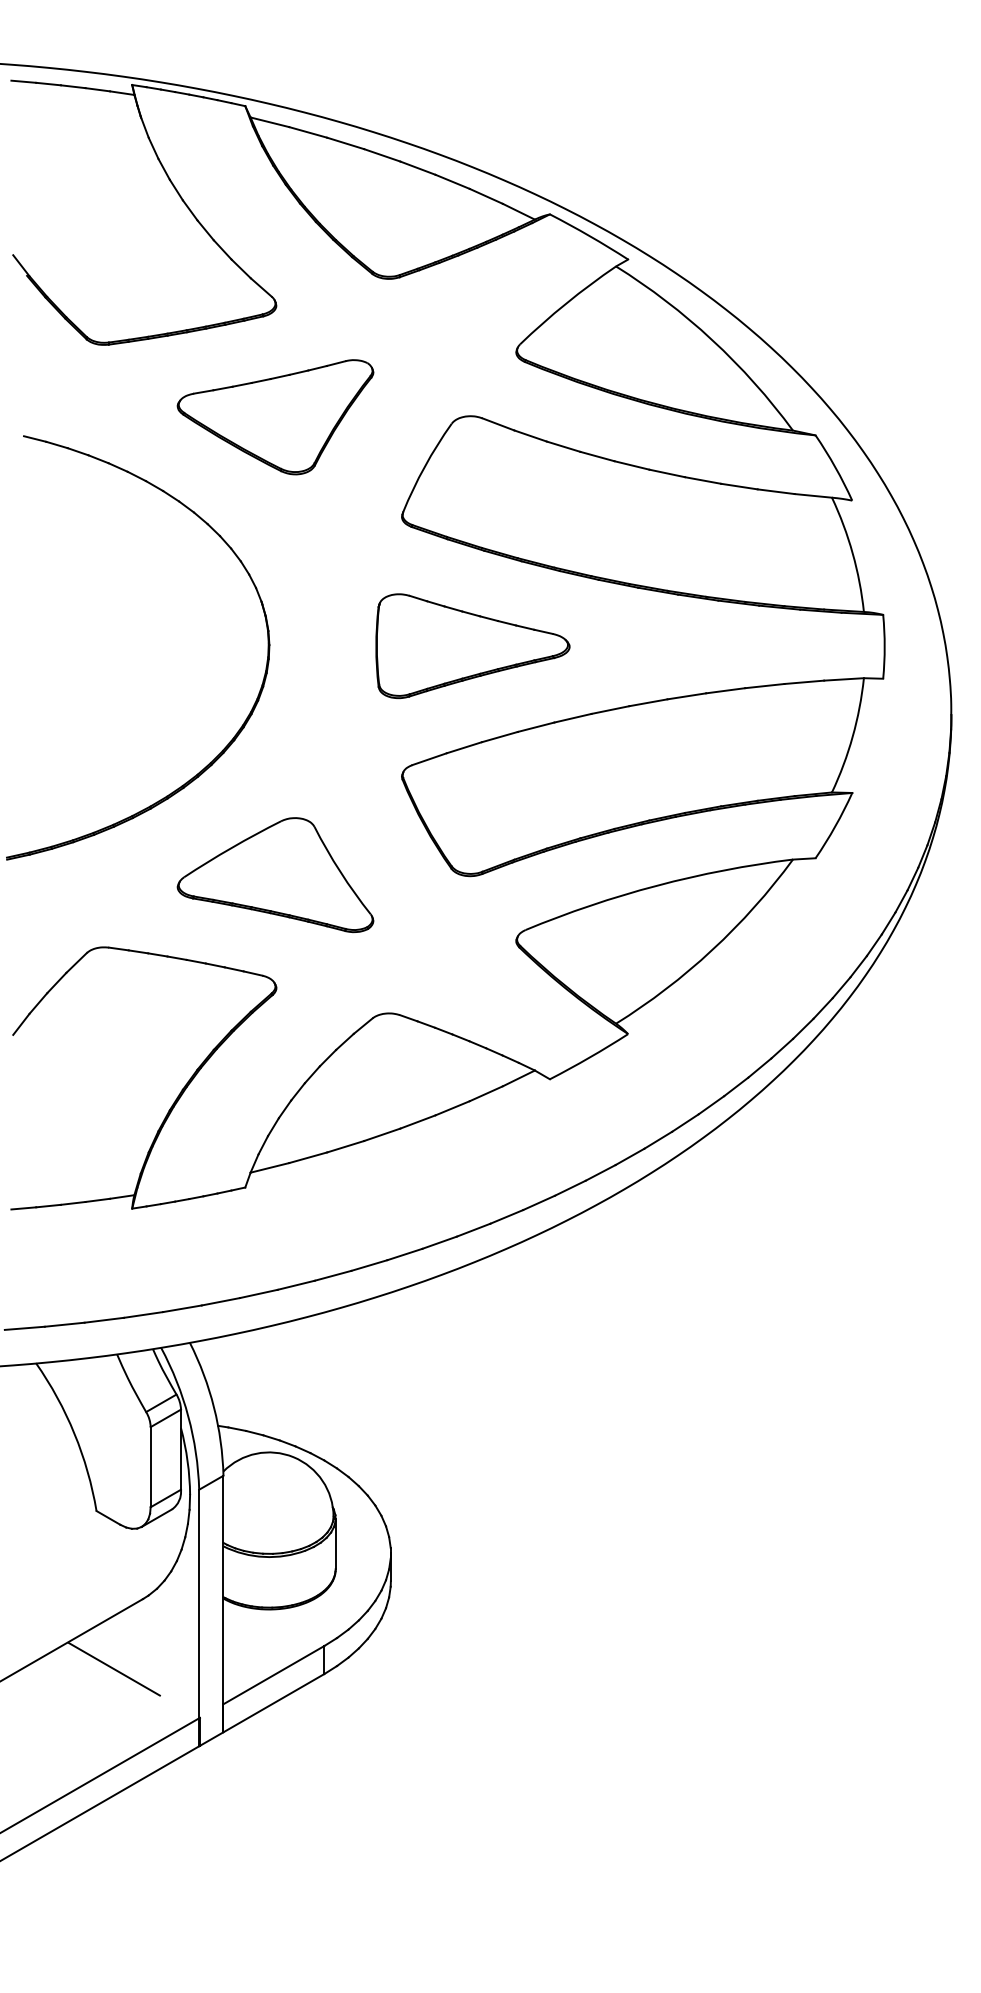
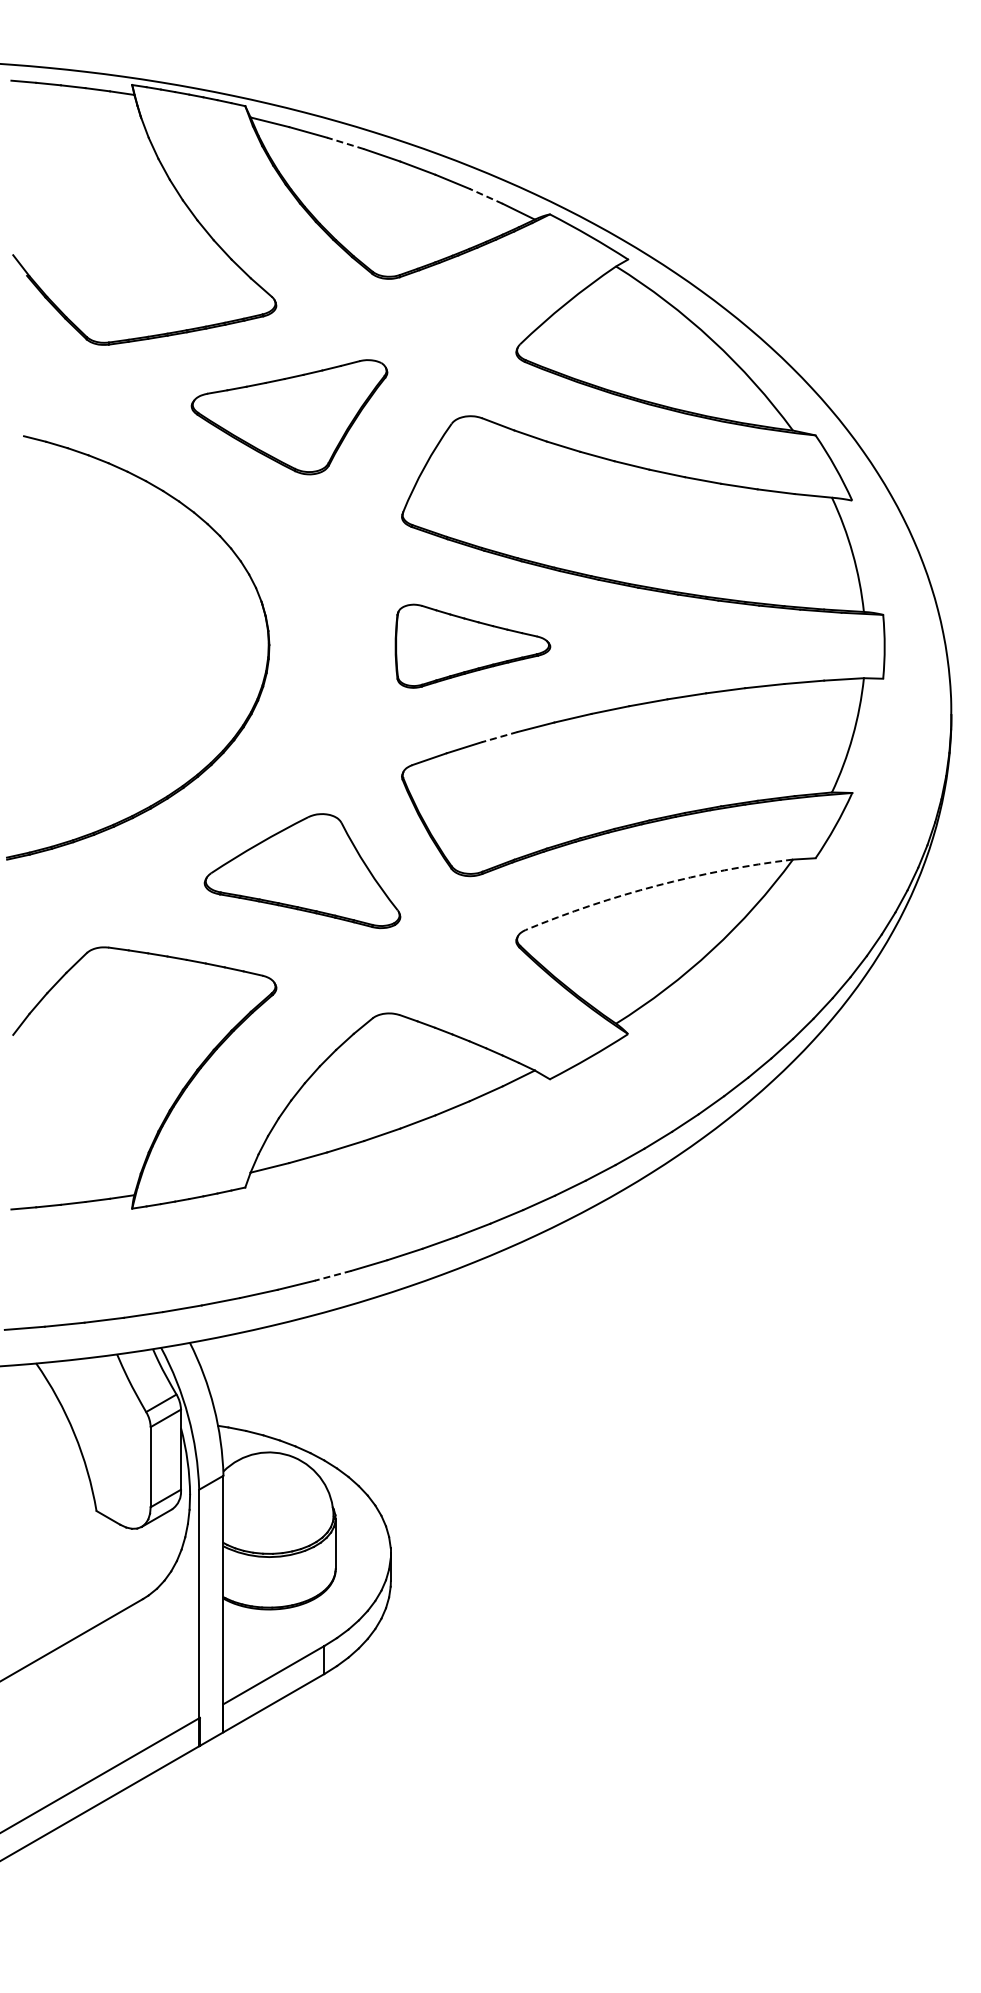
line at (345, 143): solid -> dashed
line at (485, 196): solid -> dashed
part at (275, 417) position: (275, 417) -> (289, 417)
part at (472, 646) size: 196x107 px -> 158x86 px
line at (499, 737): solid -> dashed
part at (275, 875) position: (275, 875) -> (302, 871)
arc at (656, 885): solid -> dashed
line at (333, 1275): solid -> dashed
line at (113, 1669): present -> none
